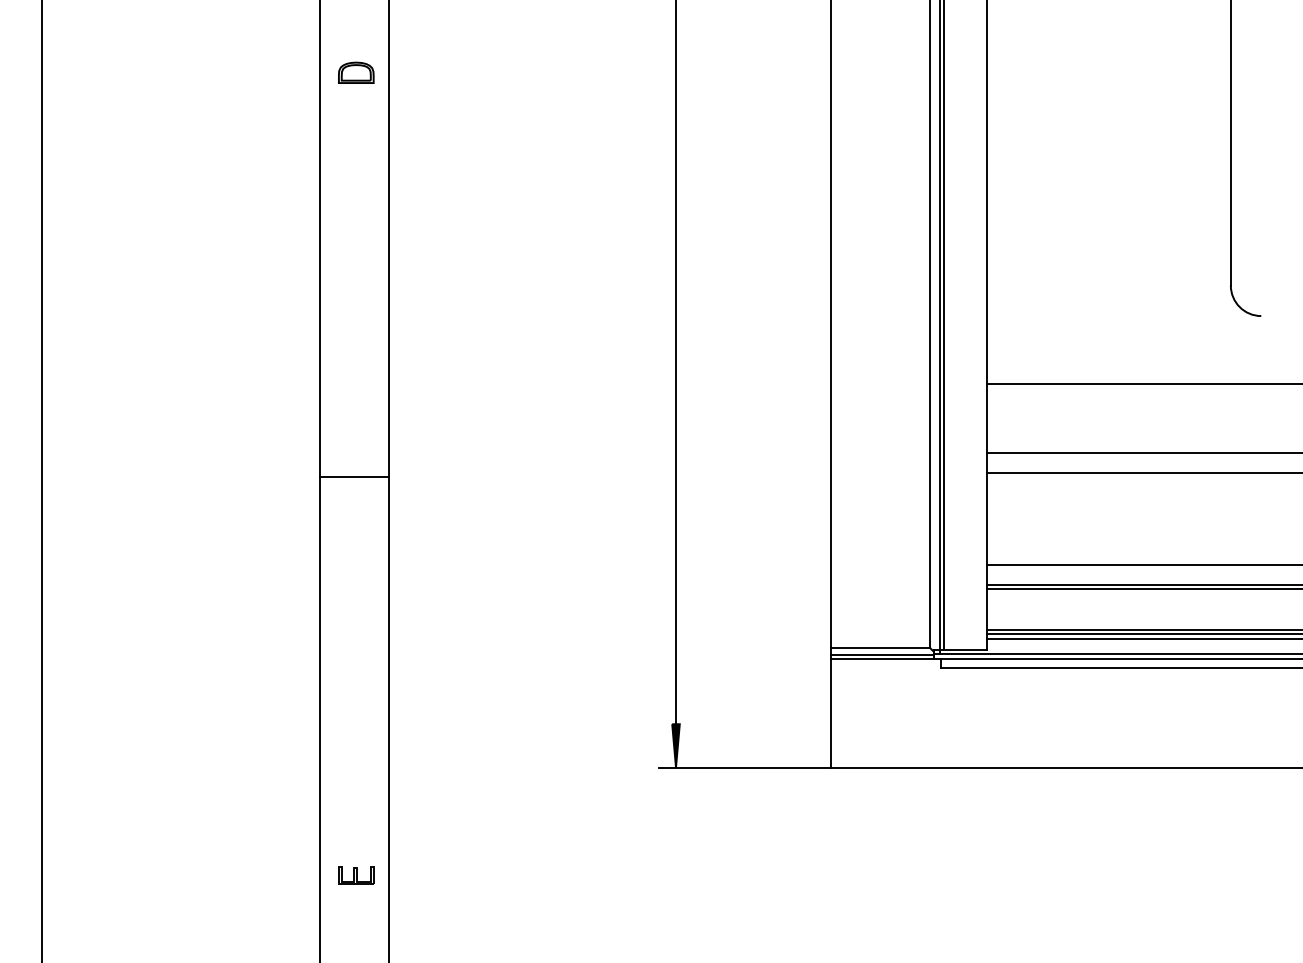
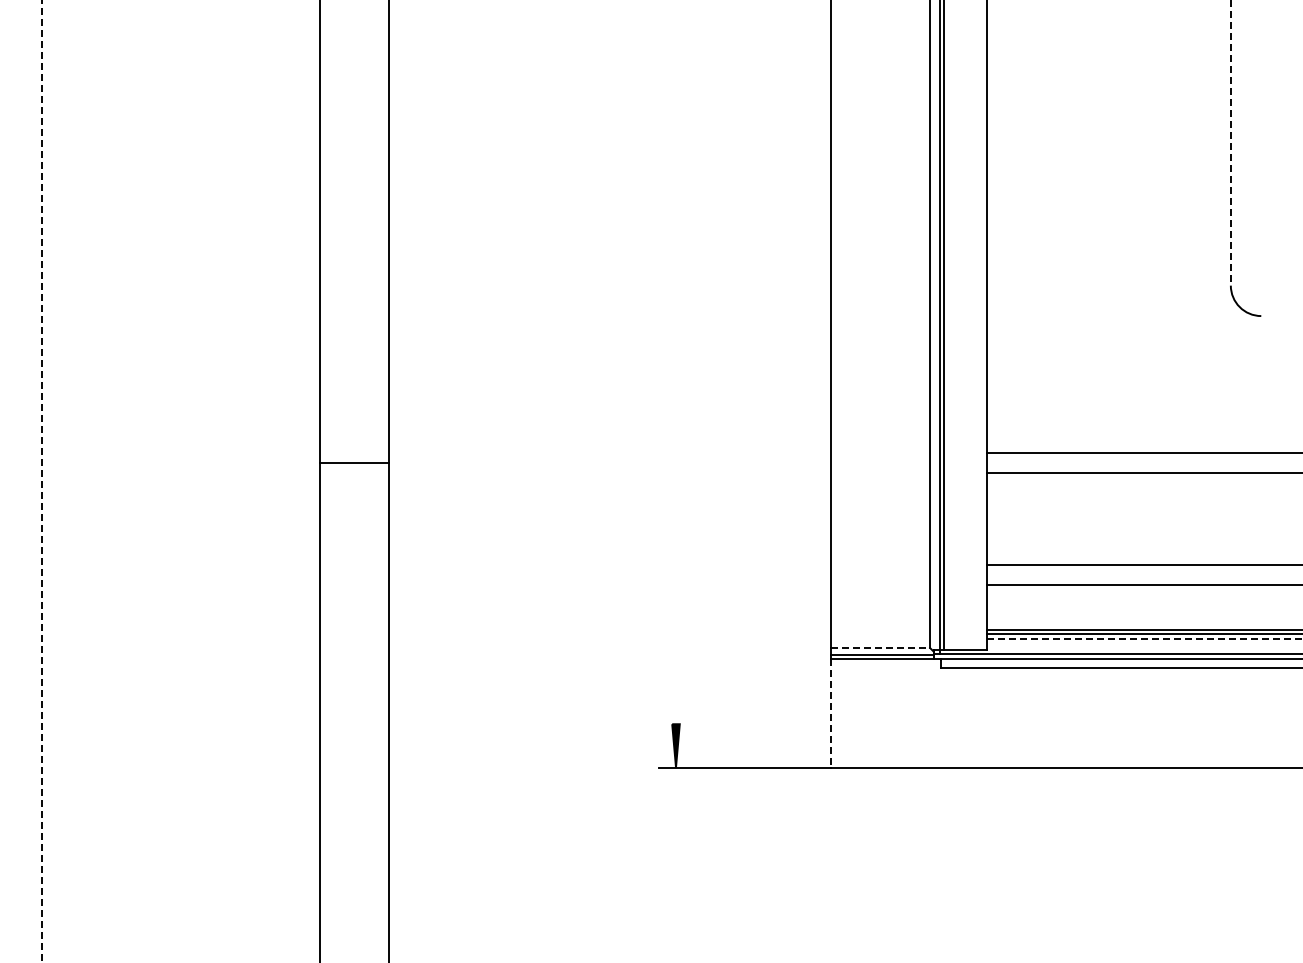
part at (356, 72): present -> none
line at (1230, 143): solid -> dashed
line at (676, 363): present -> none
line at (1143, 384): present -> none
line at (354, 477) position: (354, 477) -> (354, 463)
line at (41, 481): solid -> dashed
line at (1143, 588): present -> none
line at (1145, 638): solid -> dashed
line at (880, 648): solid -> dashed
line at (830, 713): solid -> dashed
part at (356, 875): present -> none
